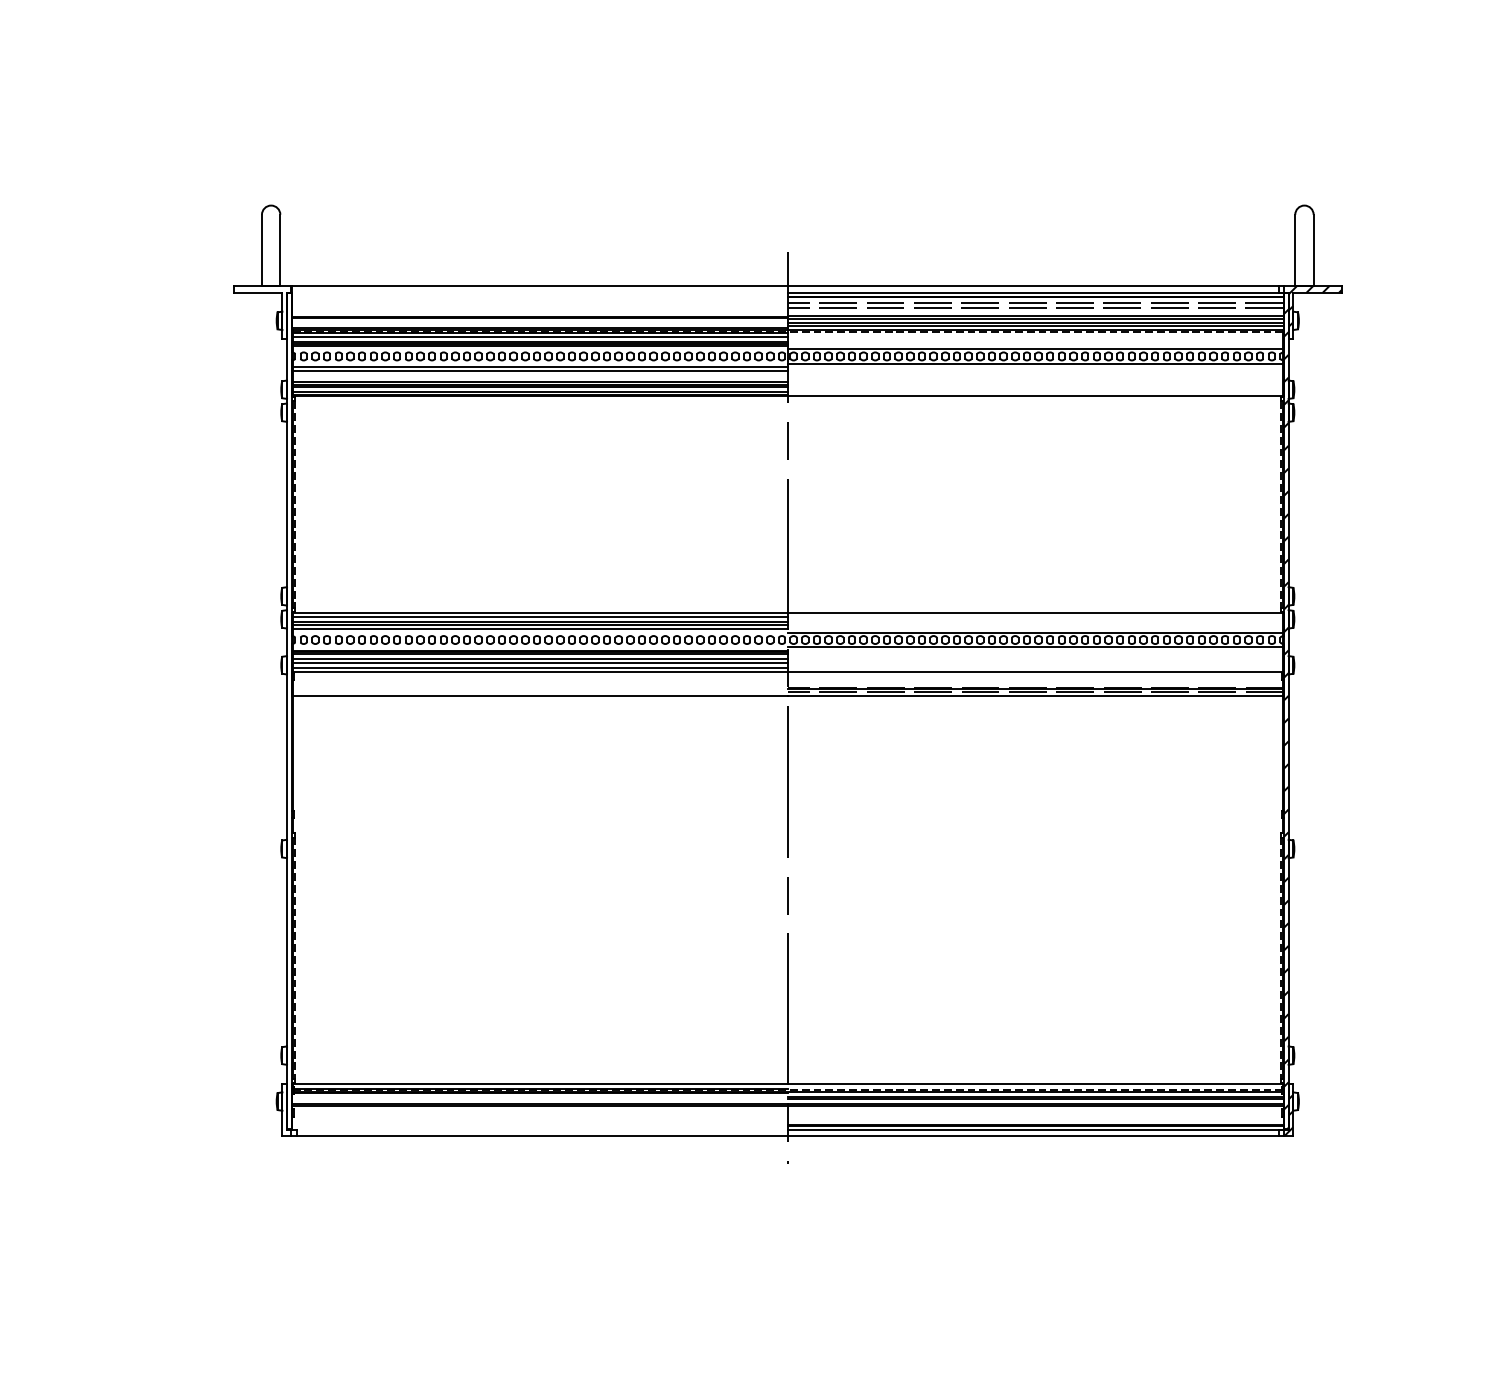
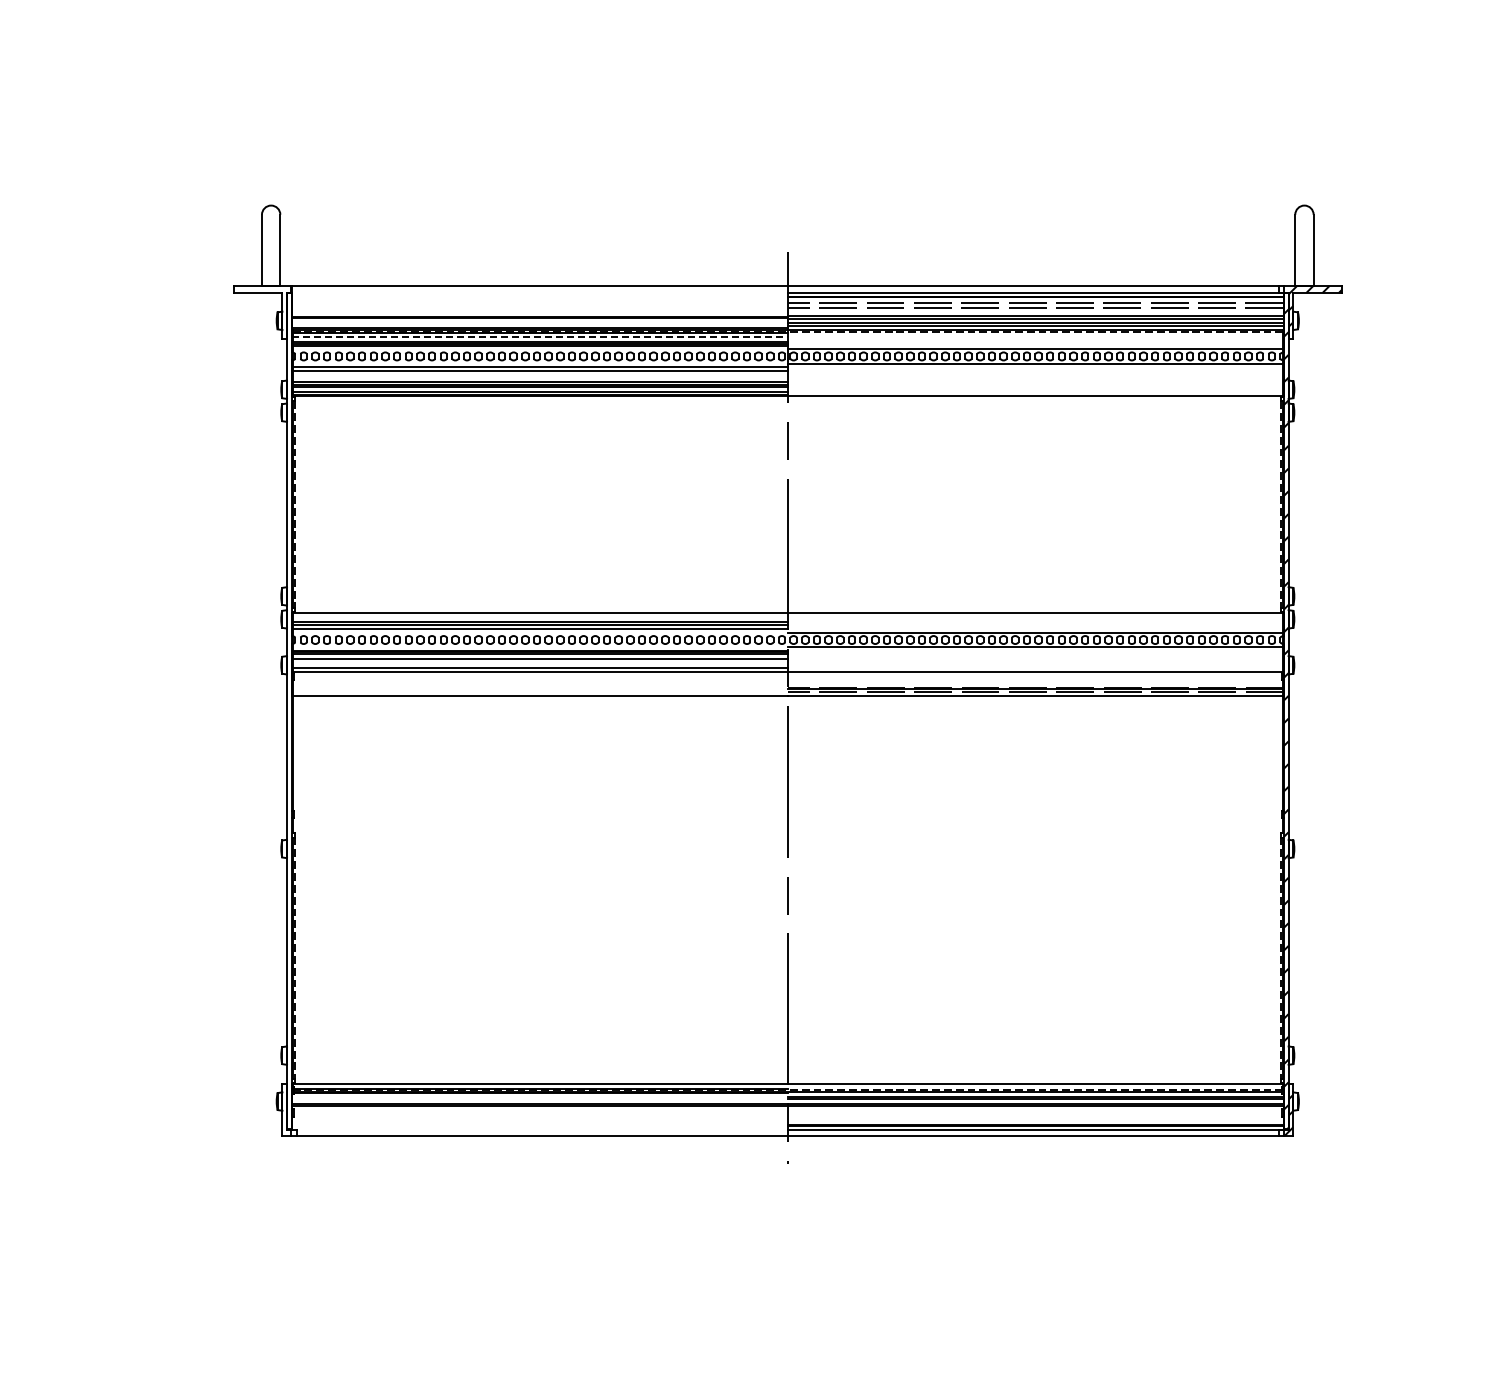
line at (539, 337): solid -> dashed
line at (539, 617): present -> none
line at (539, 663): present -> none
